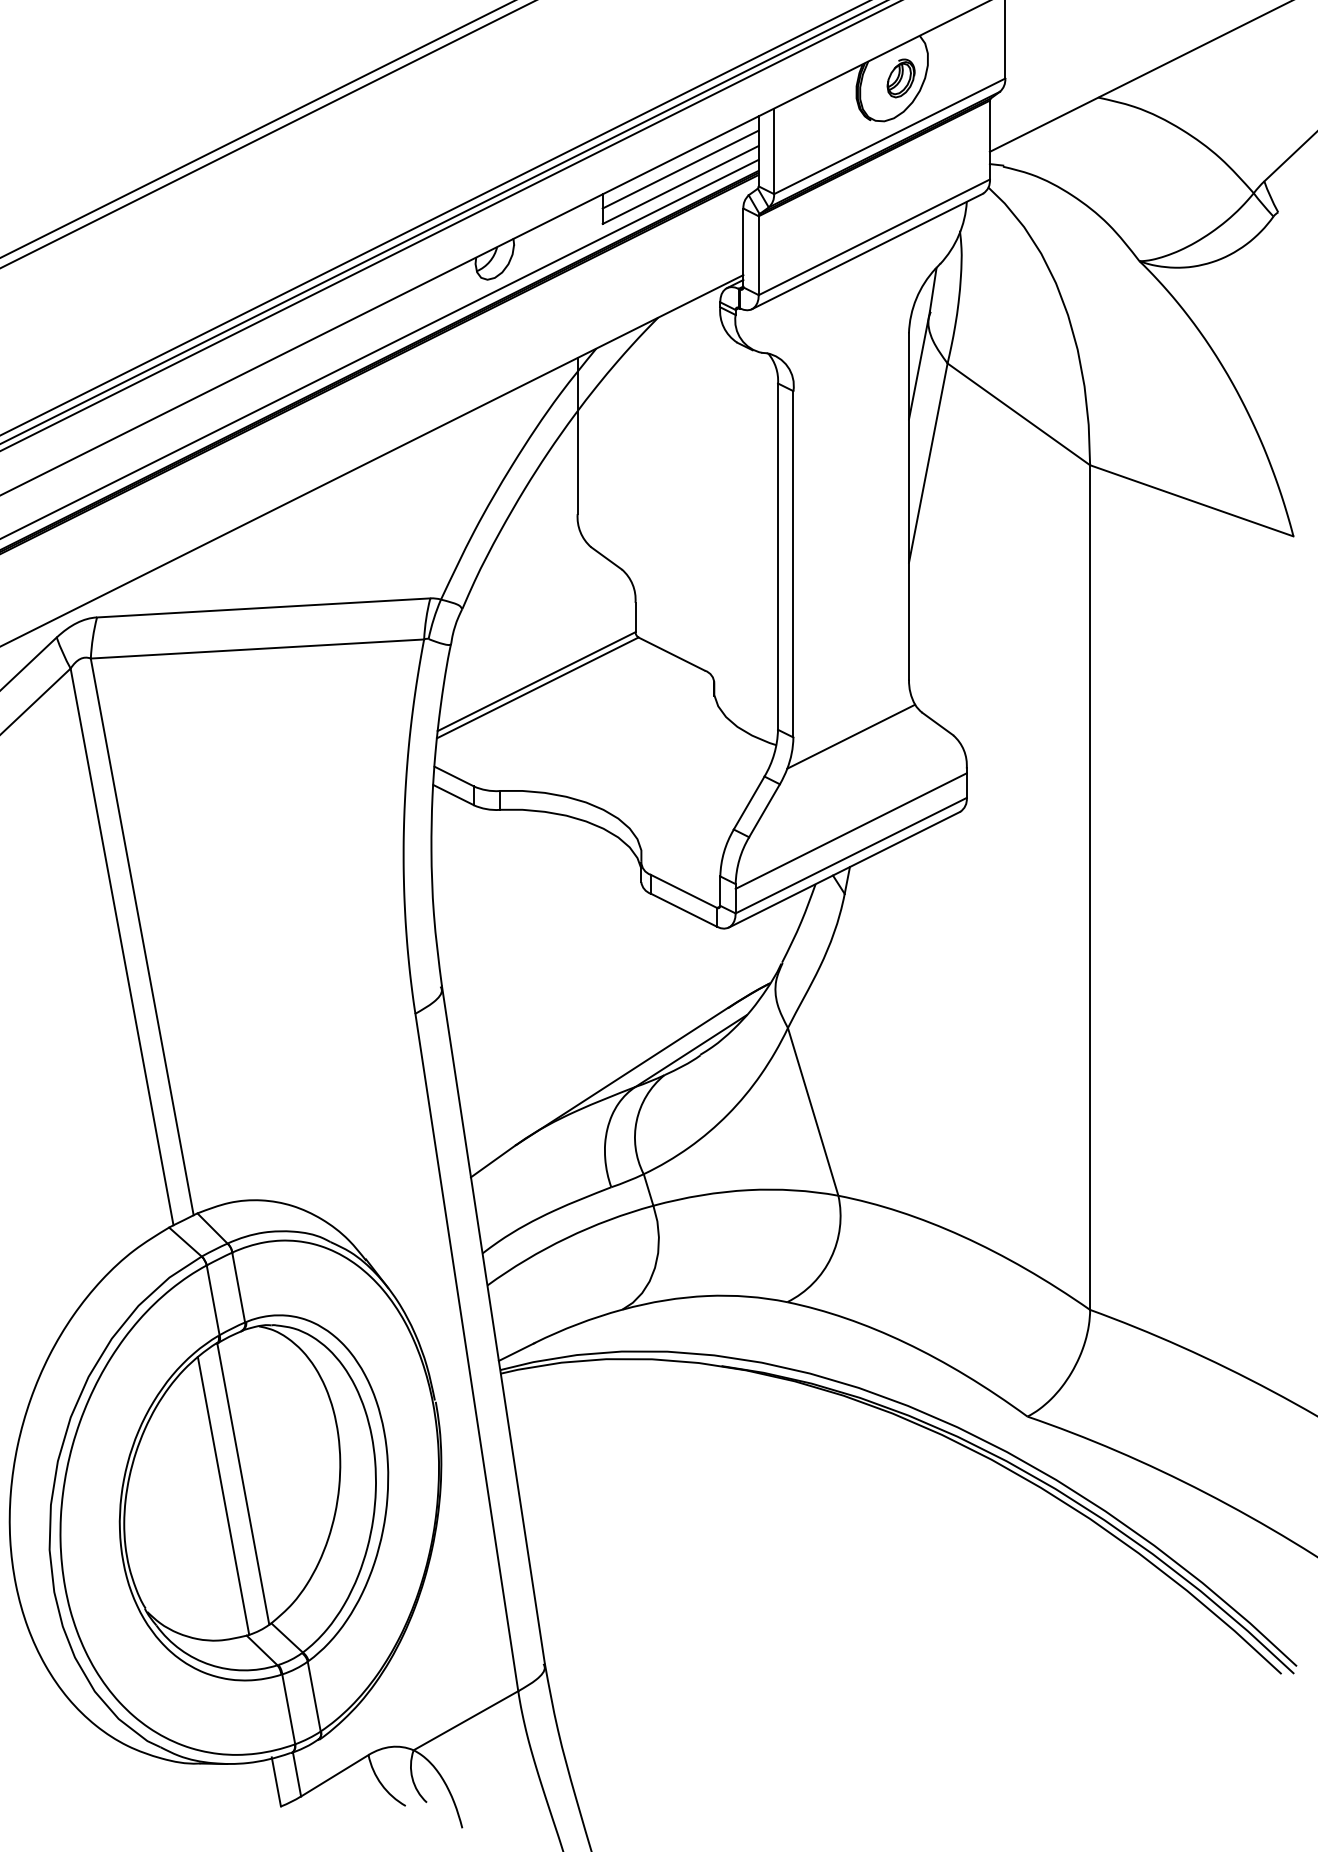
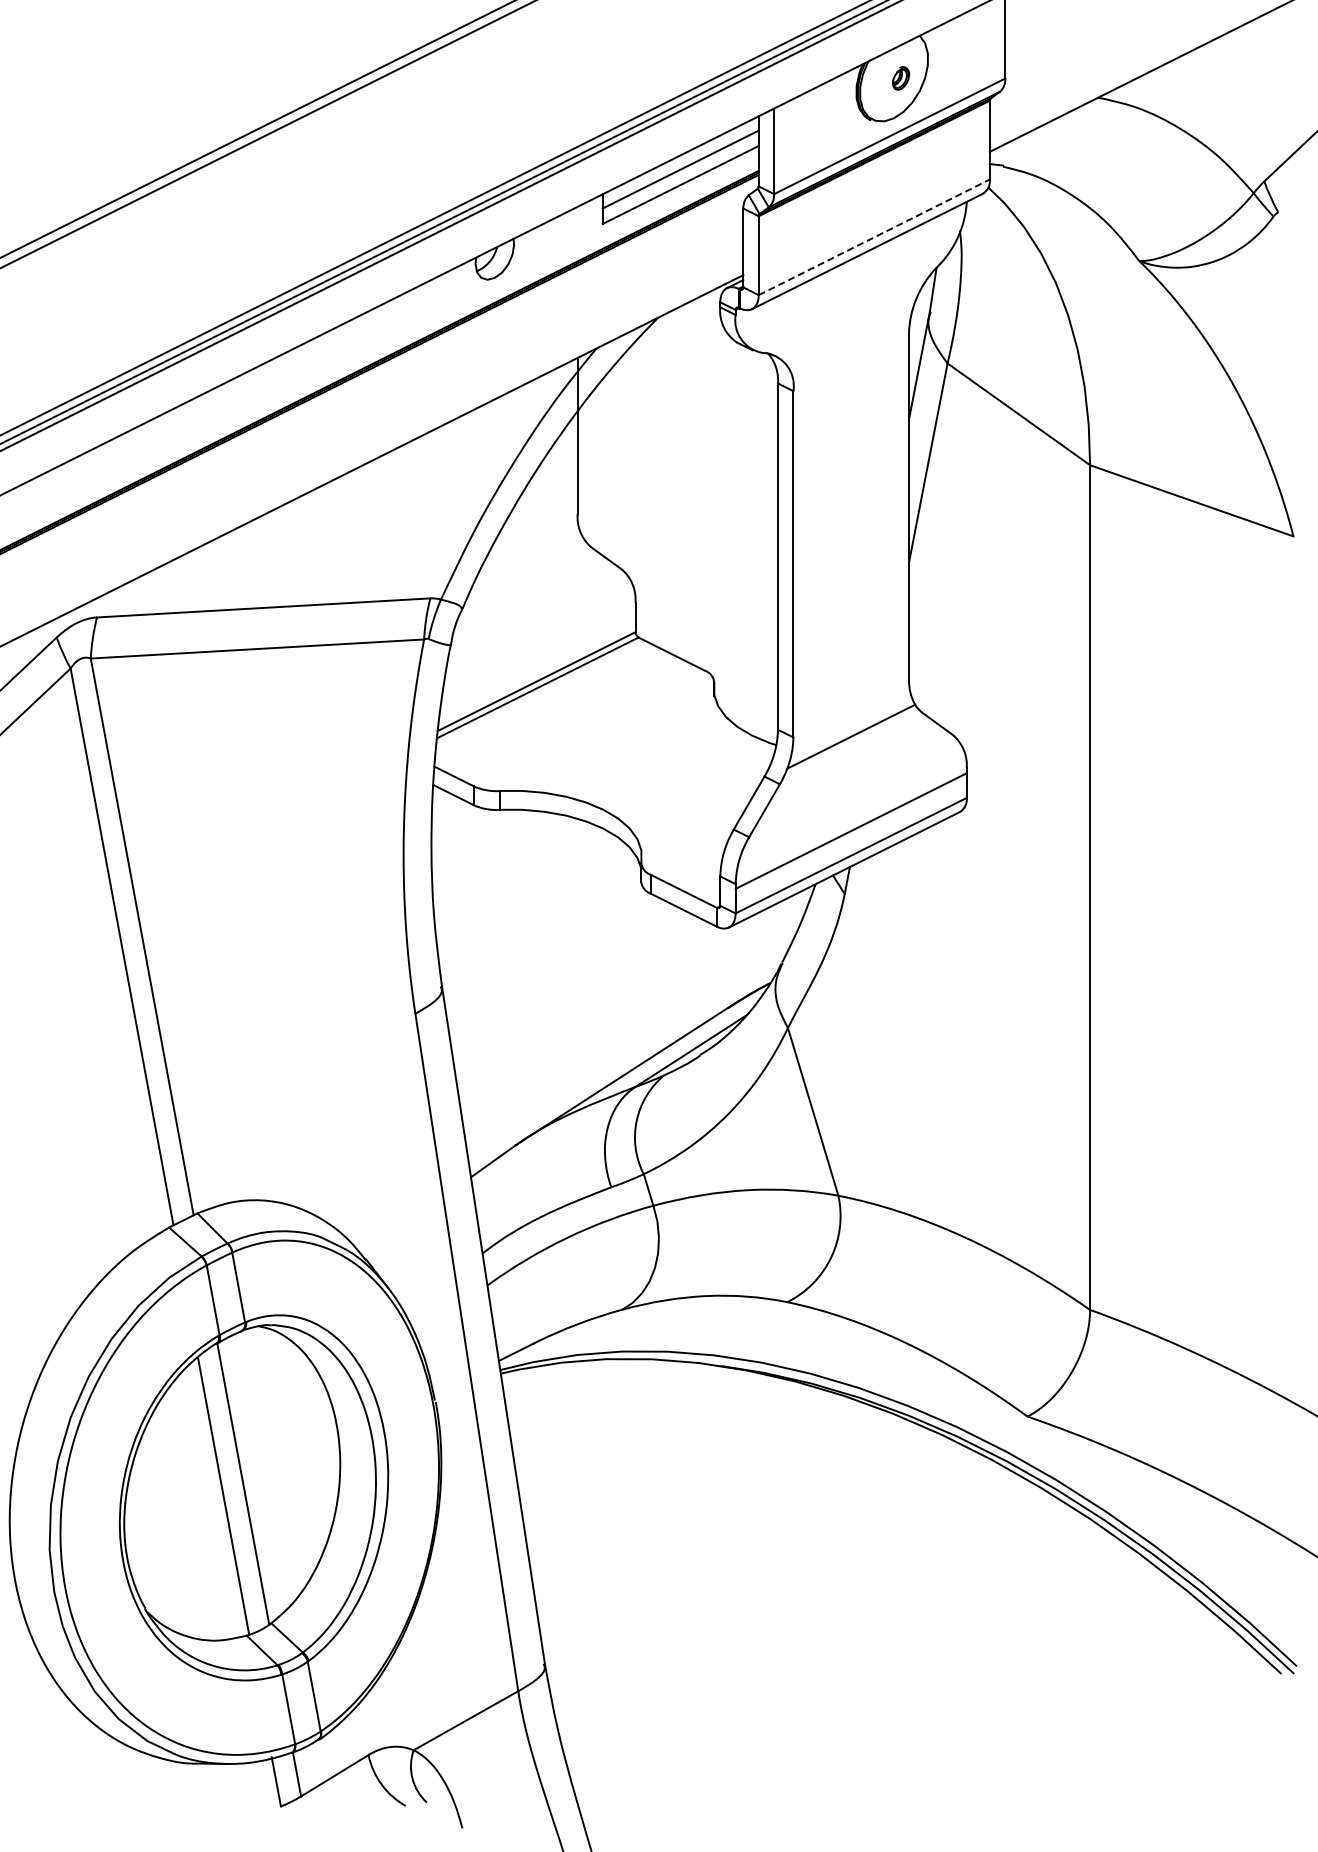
part at (900, 78) size: 30x41 px -> 19x25 px
line at (874, 237): solid -> dashed
line at (380, 348): present -> none
